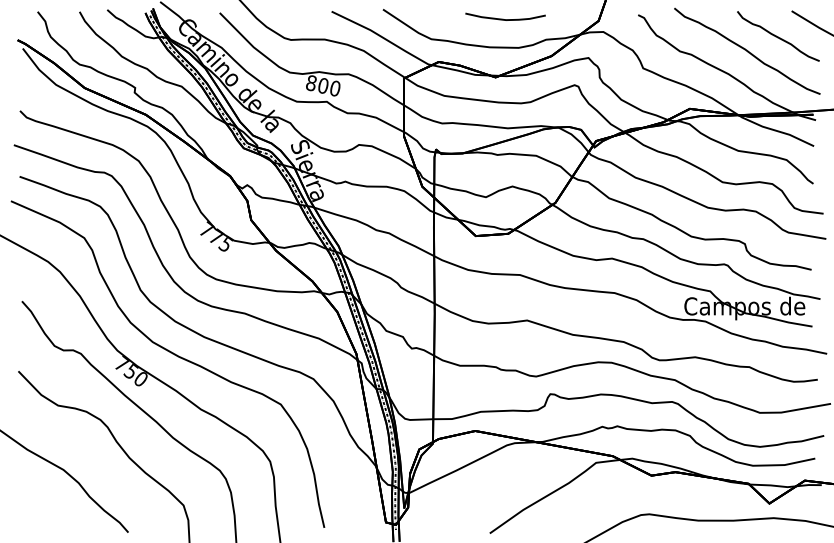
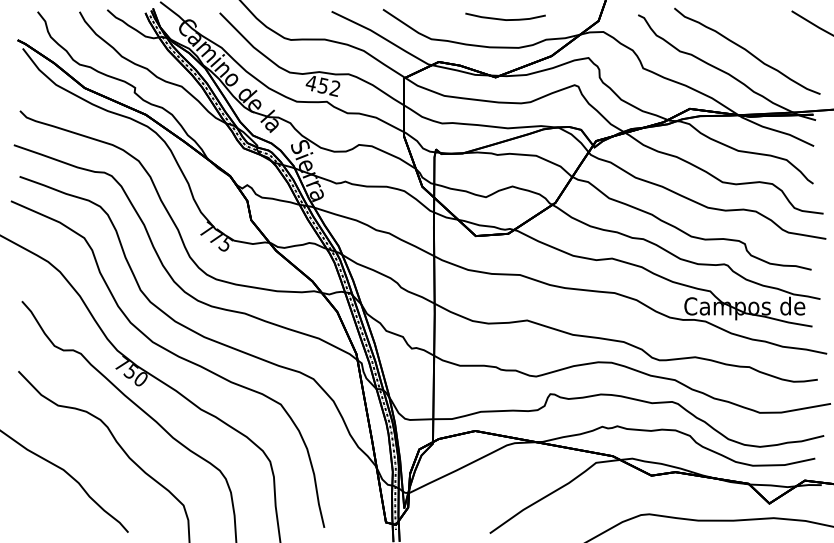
curve at (778, 36): present -> none
text at (322, 85): 800 -> 452
